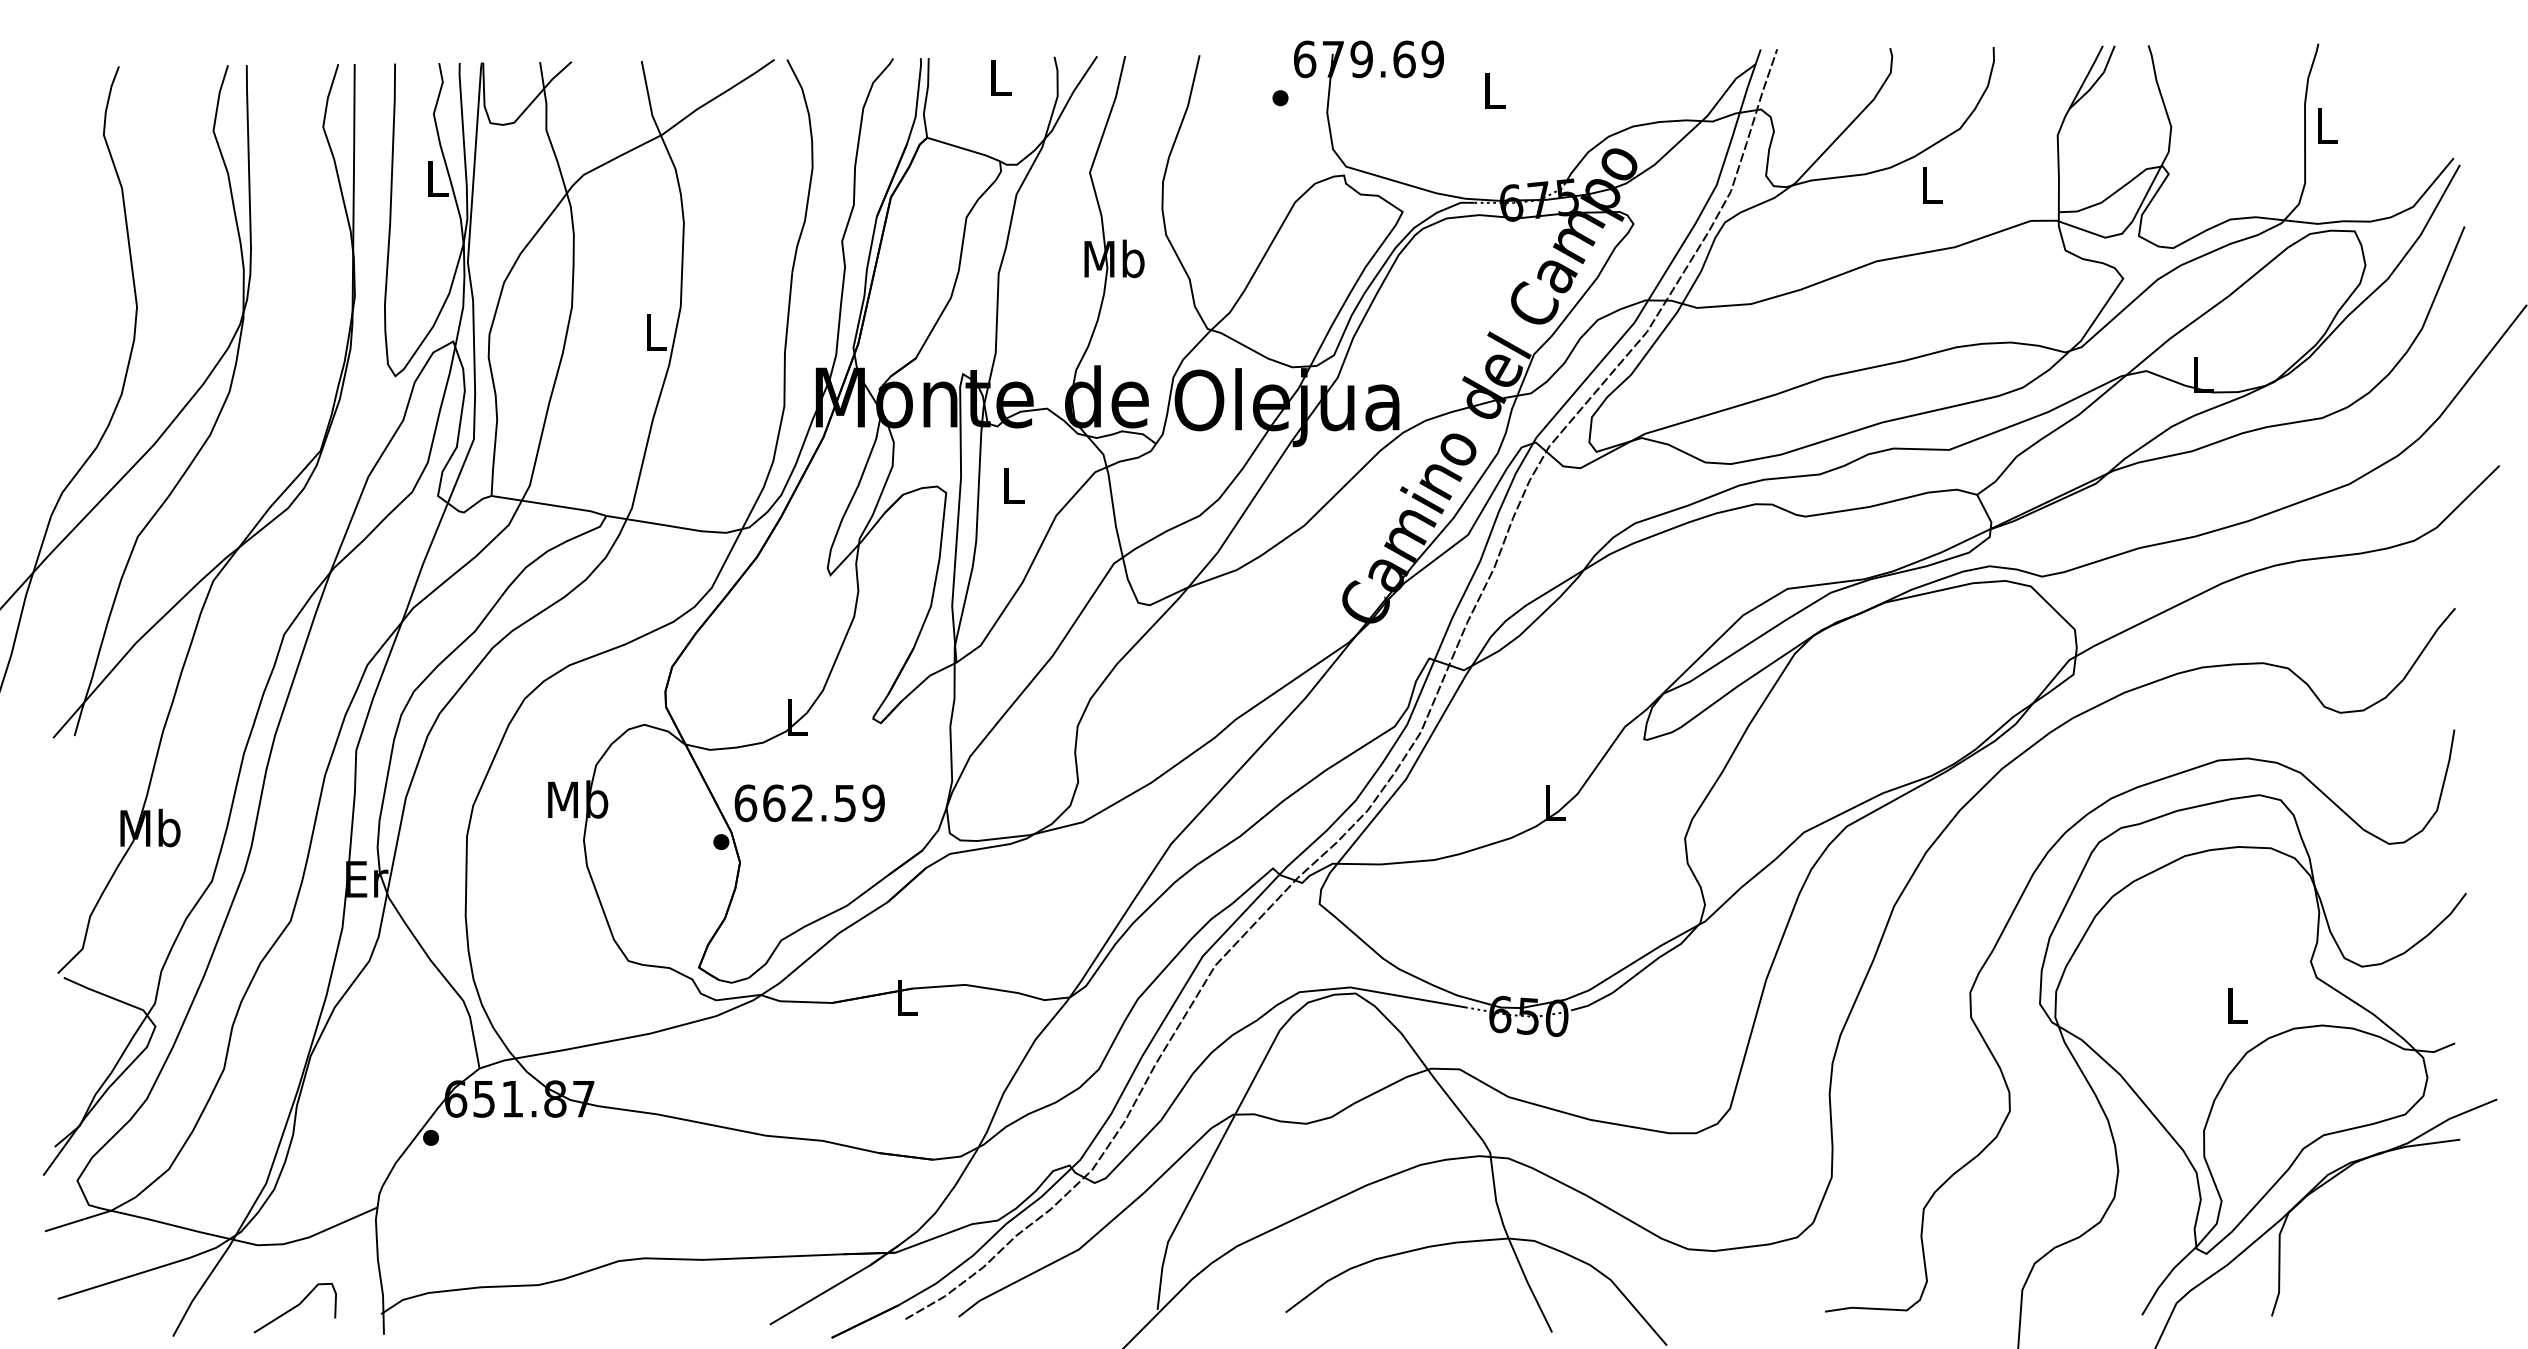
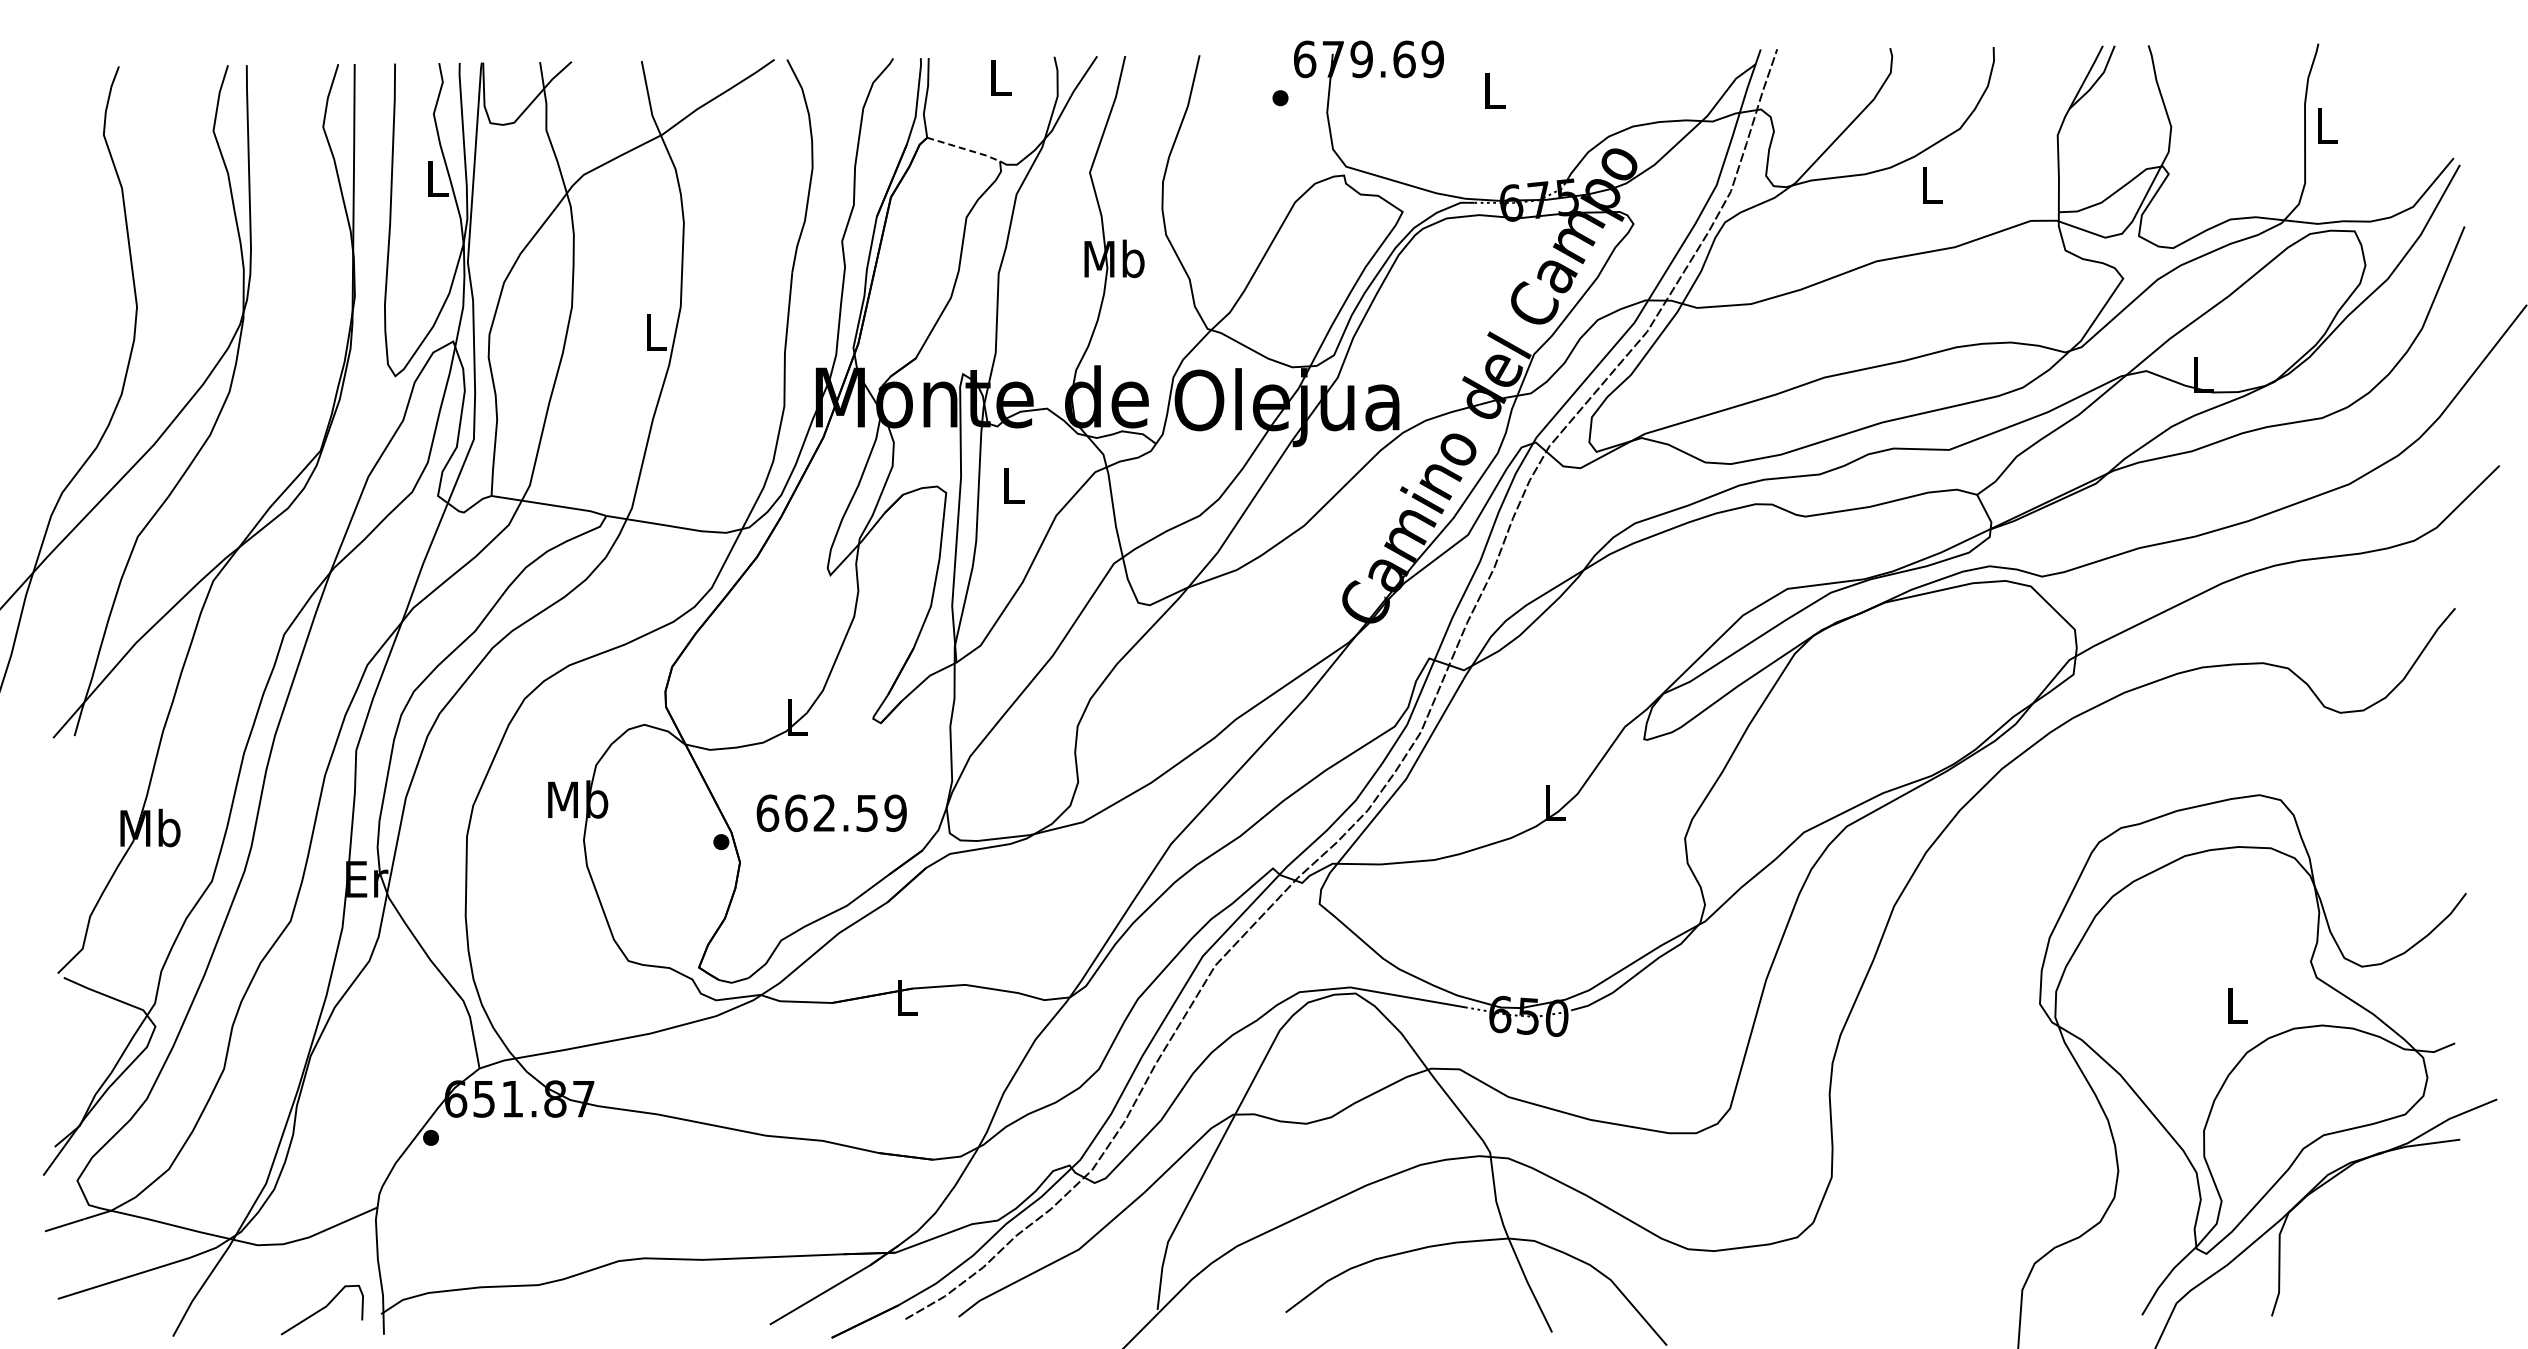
line at (965, 149): solid -> dashed
text at (809, 802) position: (809, 802) -> (831, 812)
part at (2003, 1073): present -> none
curve at (294, 1308) position: (294, 1308) -> (321, 1310)
